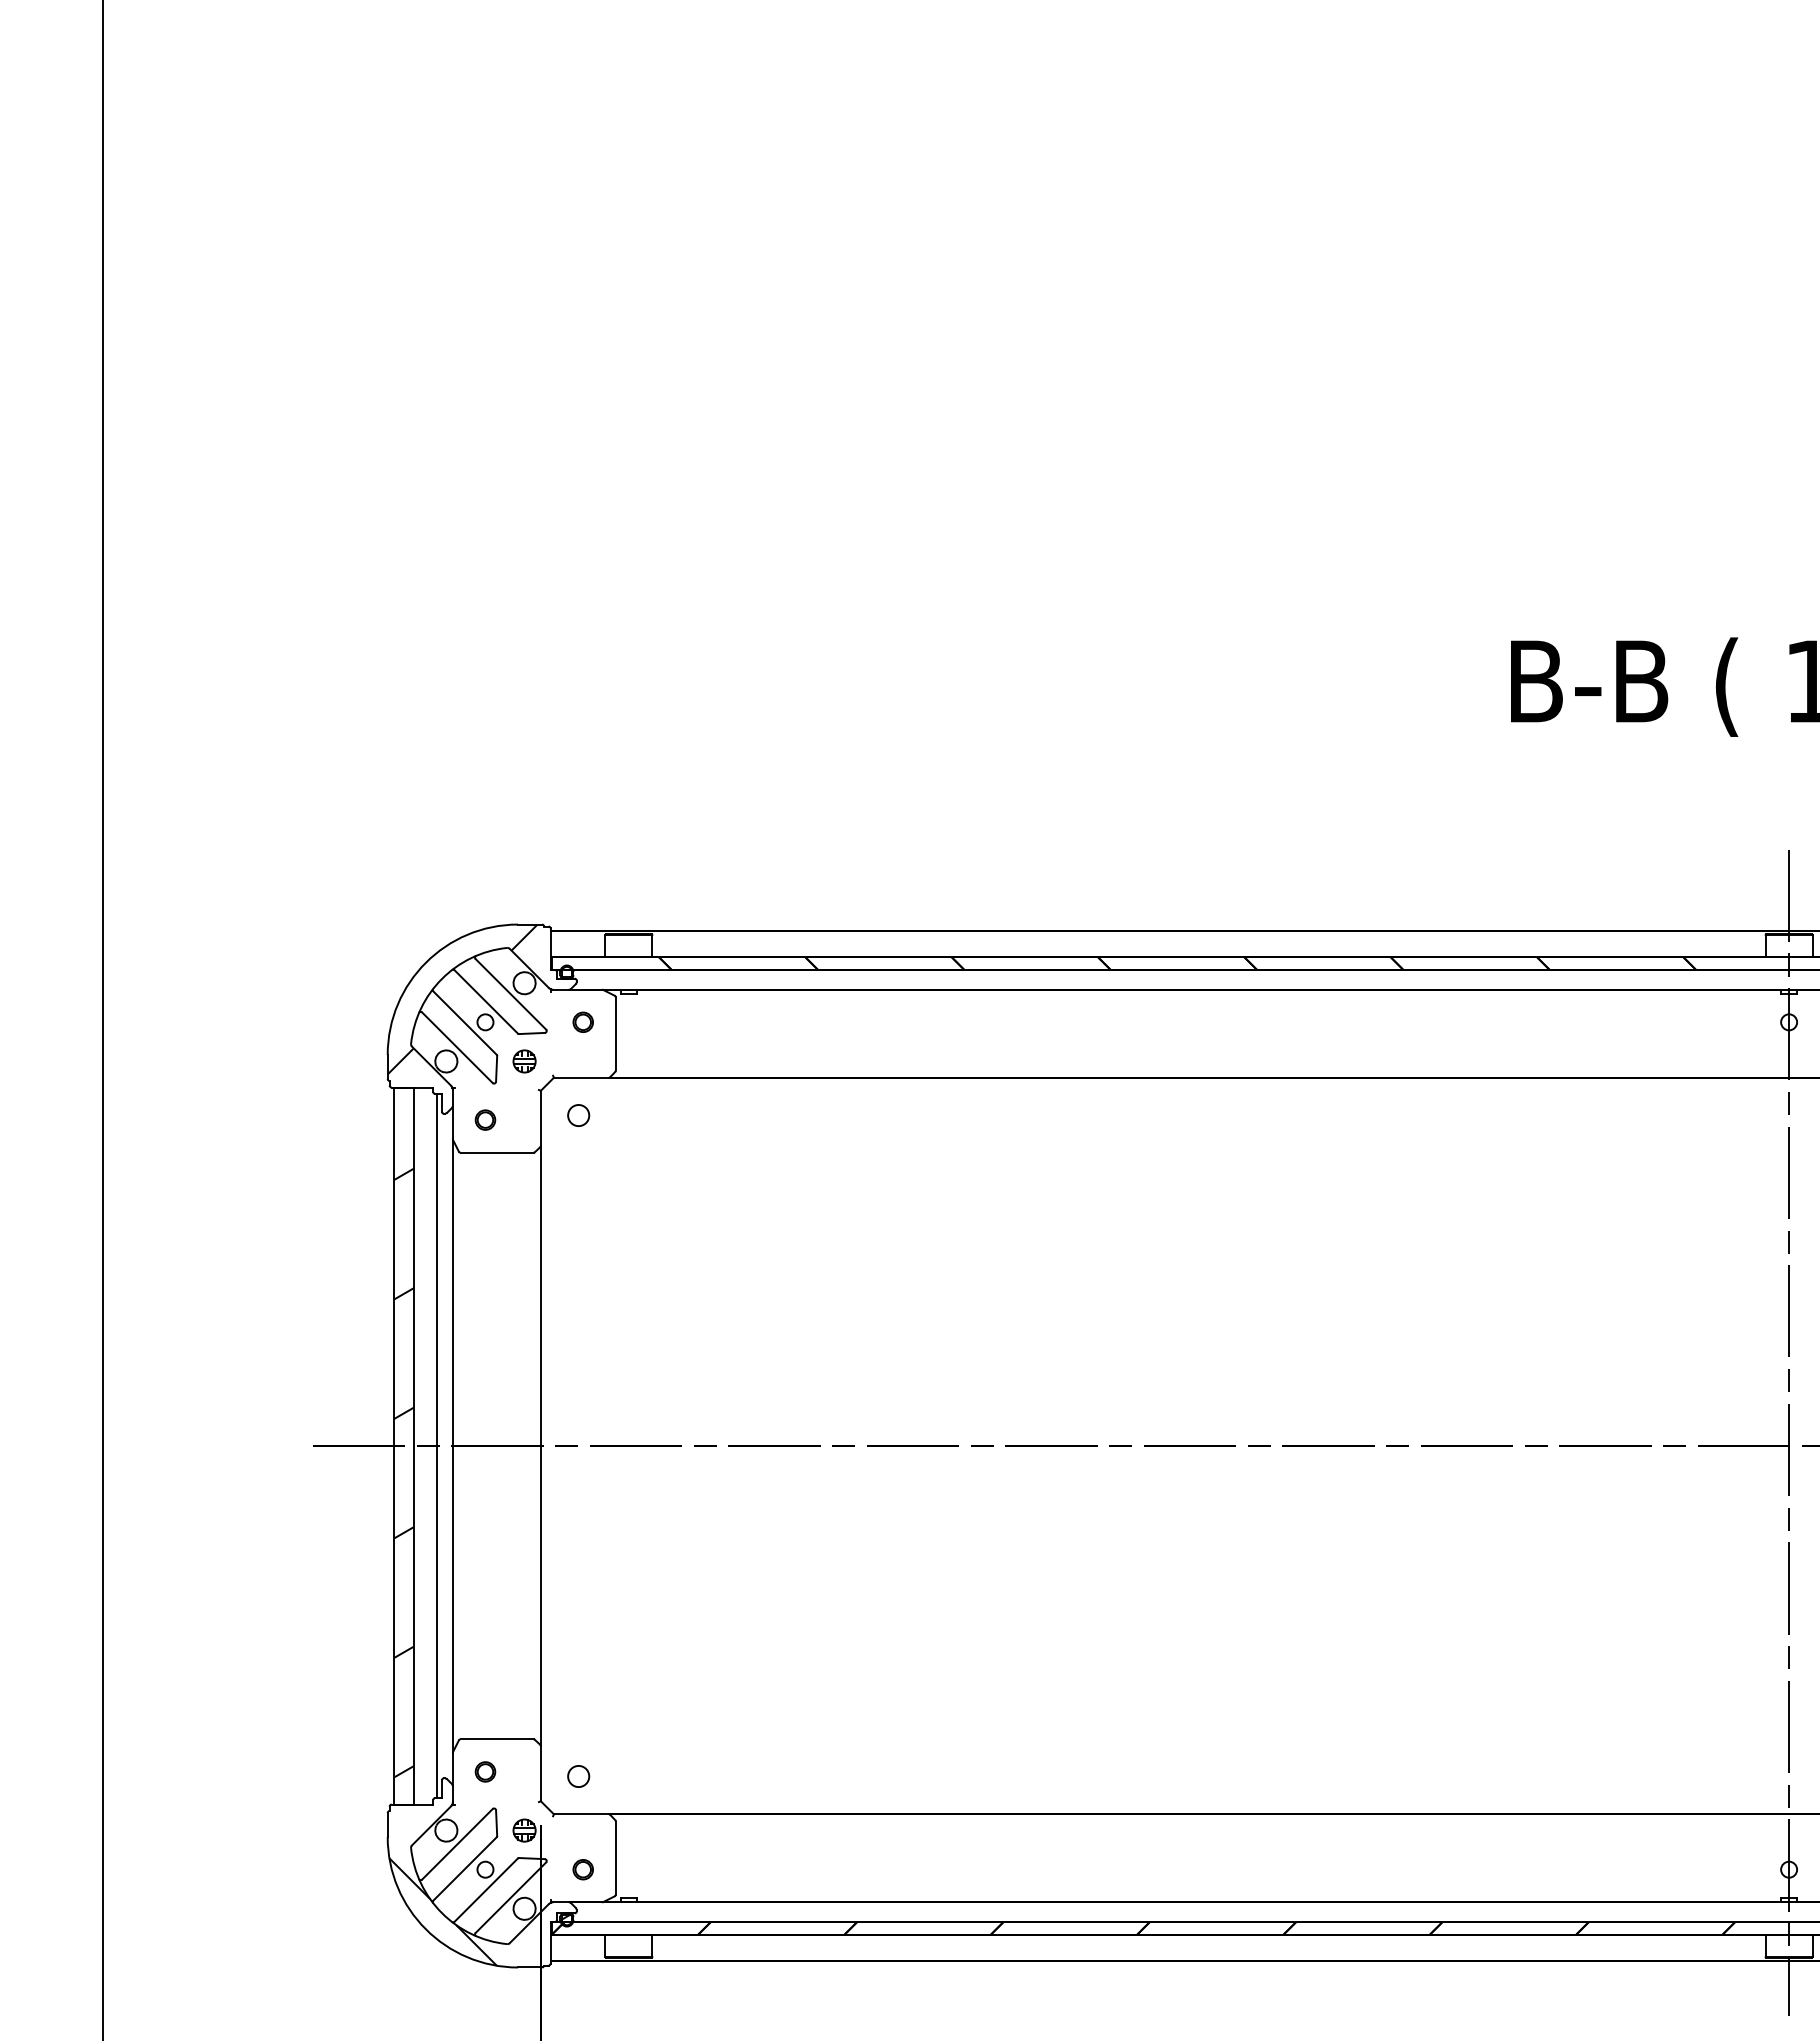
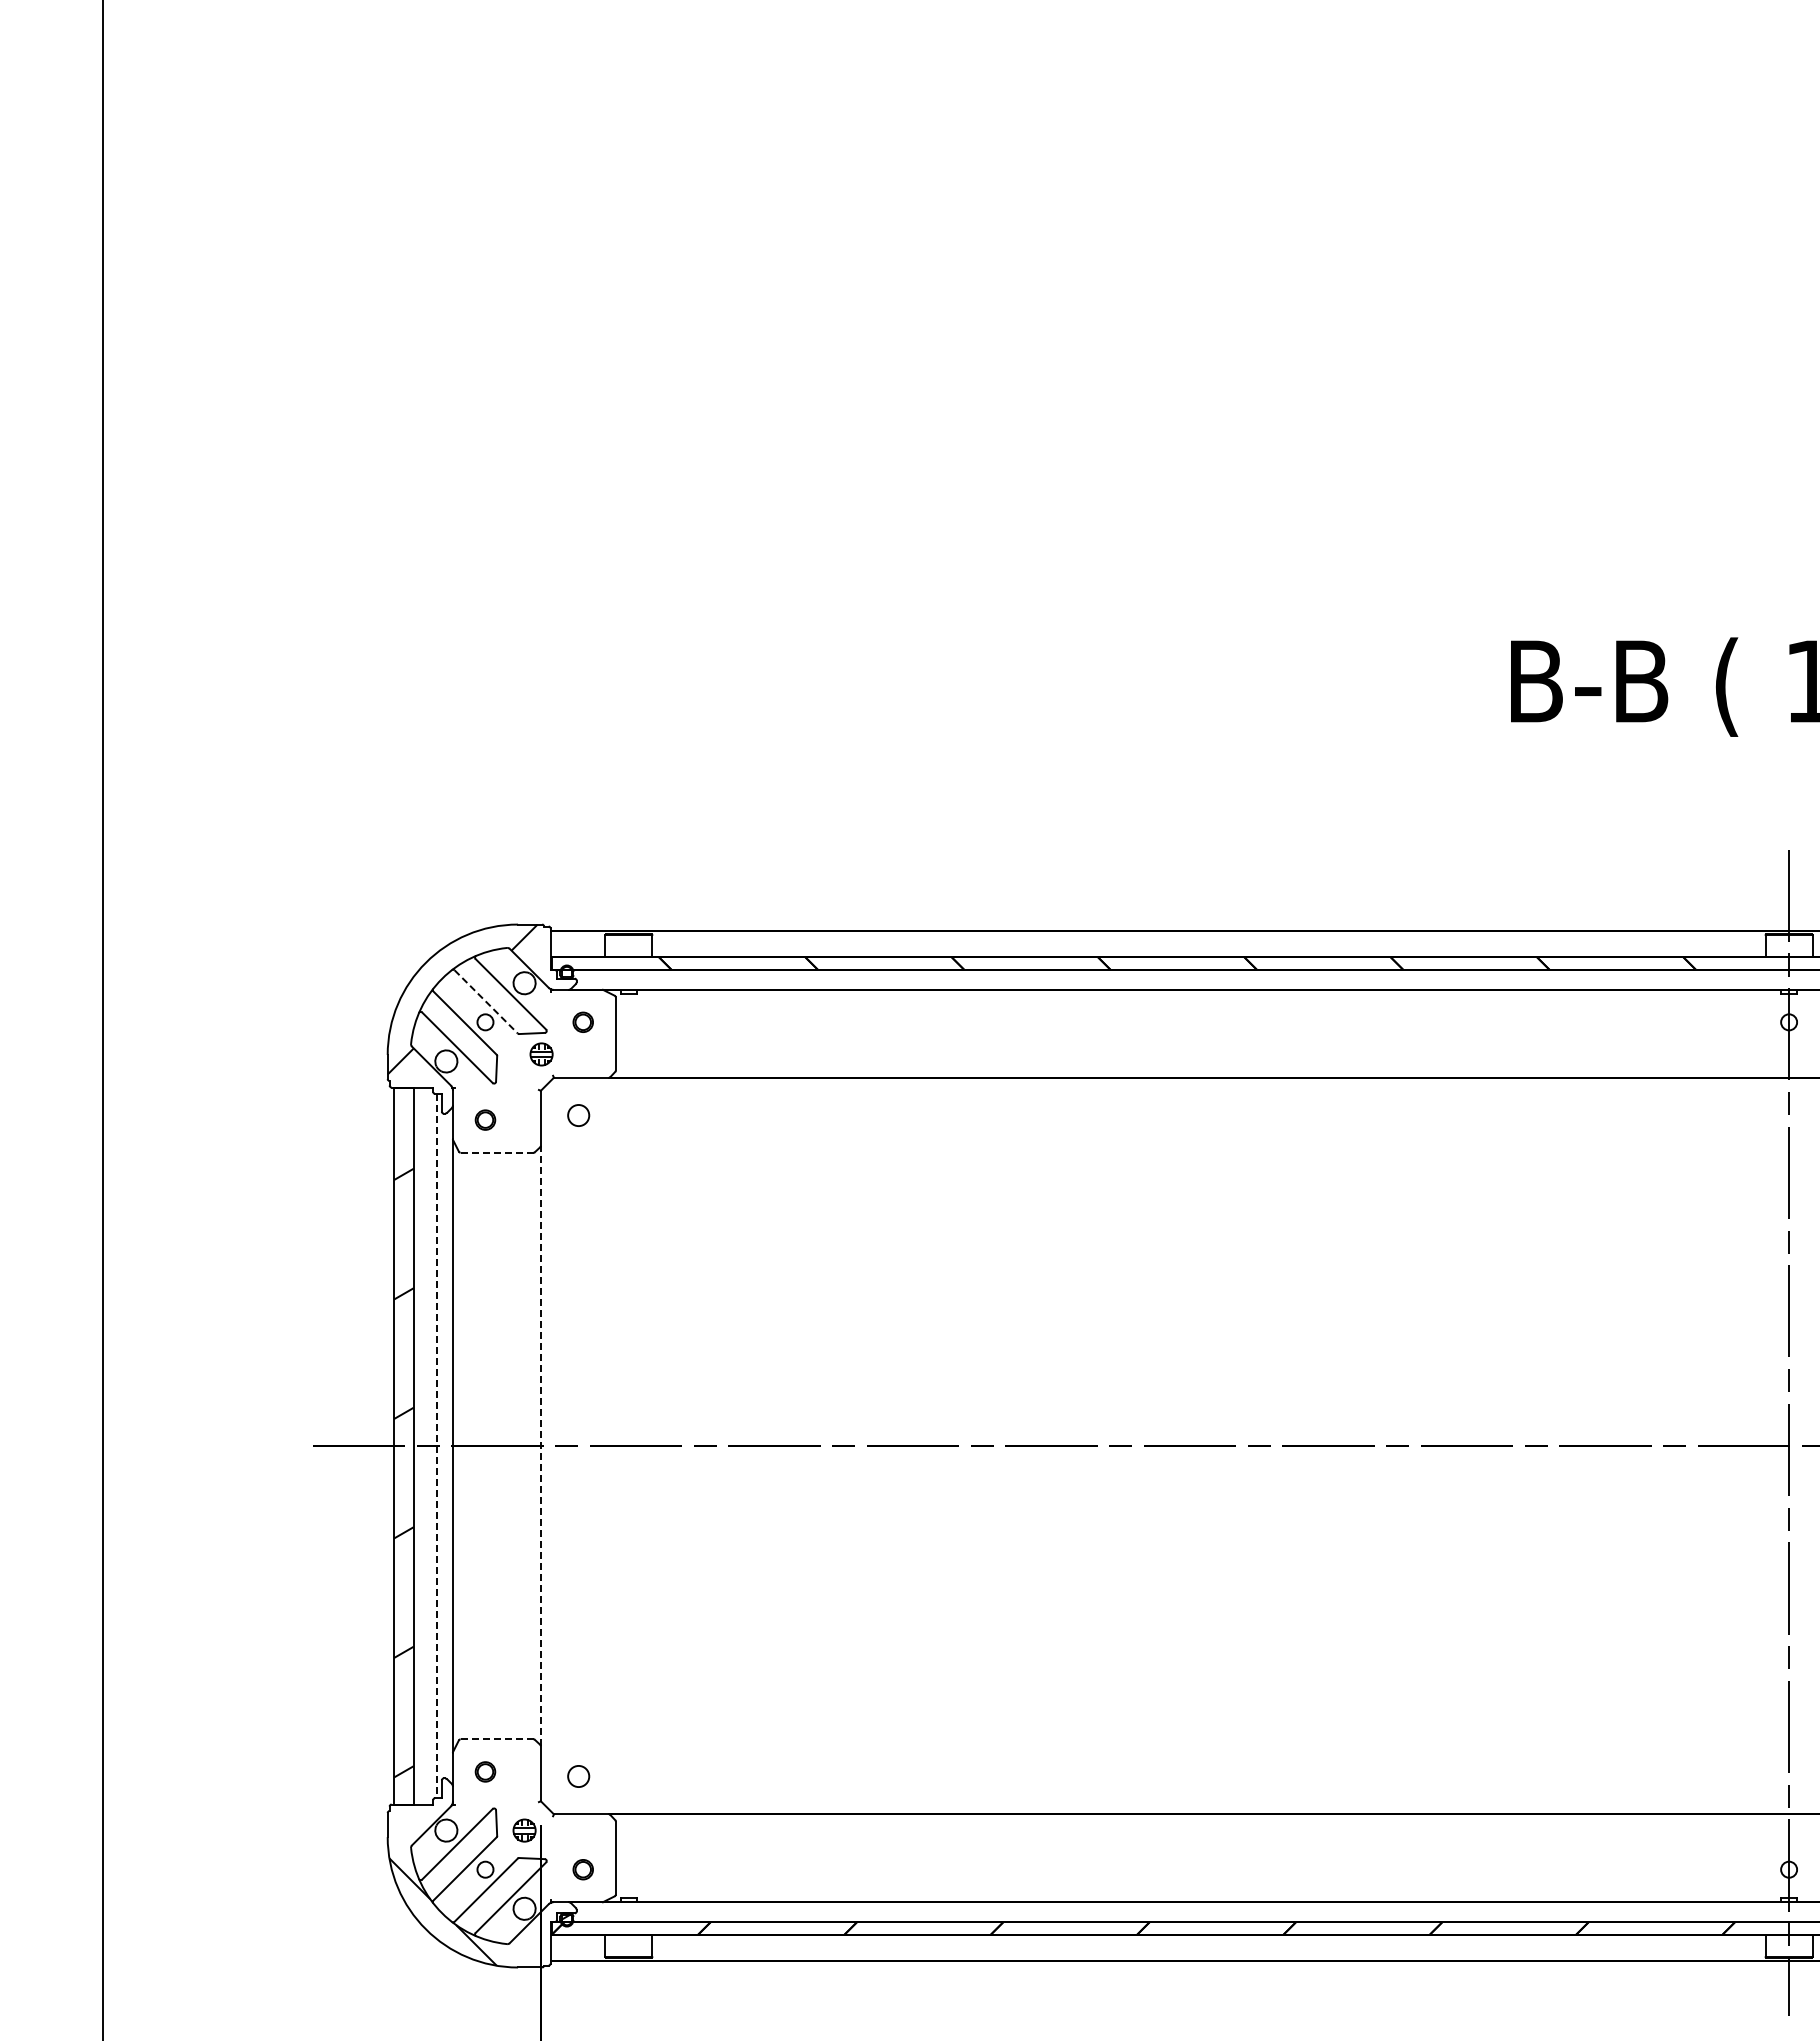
line at (486, 1001): solid -> dashed
part at (524, 1061) position: (524, 1061) -> (541, 1054)
line at (497, 1152): solid -> dashed
line at (540, 1445): solid -> dashed
line at (436, 1446): solid -> dashed
line at (496, 1739): solid -> dashed
